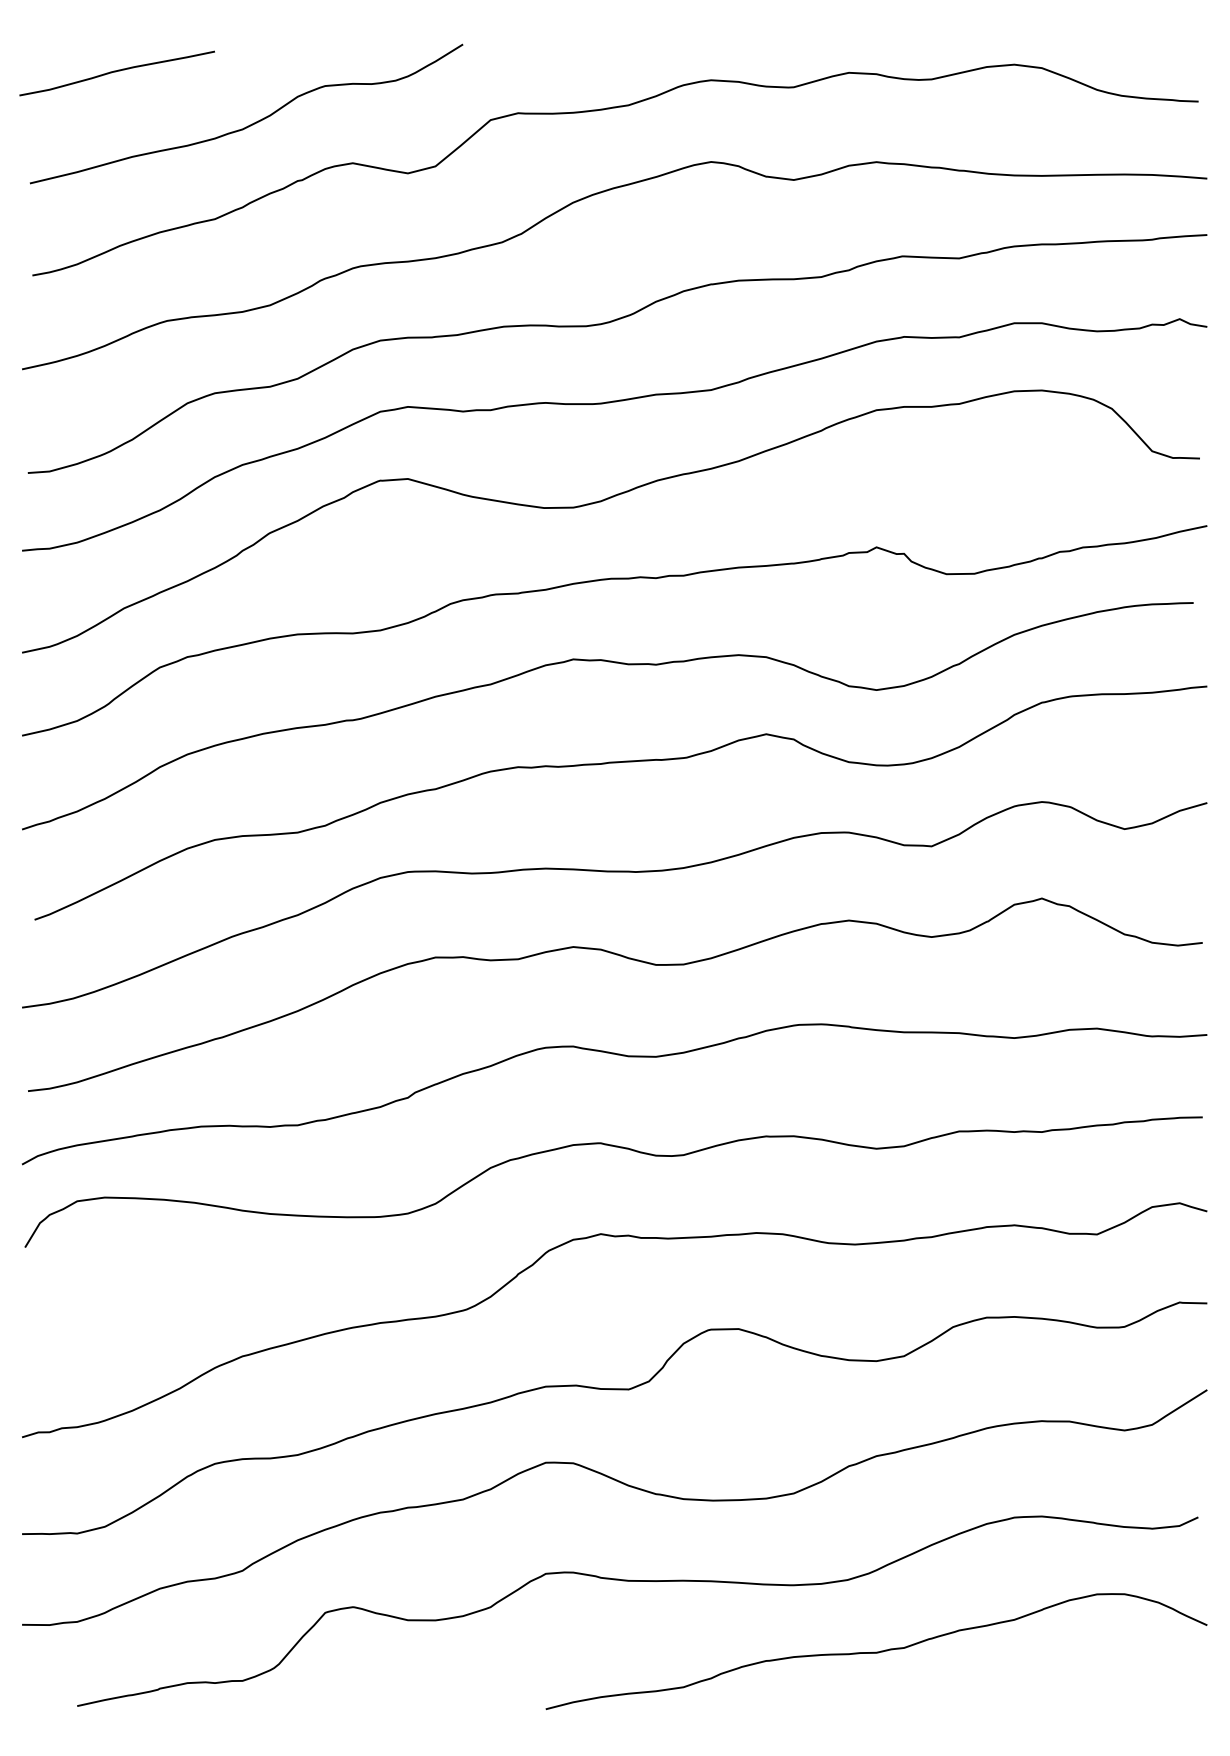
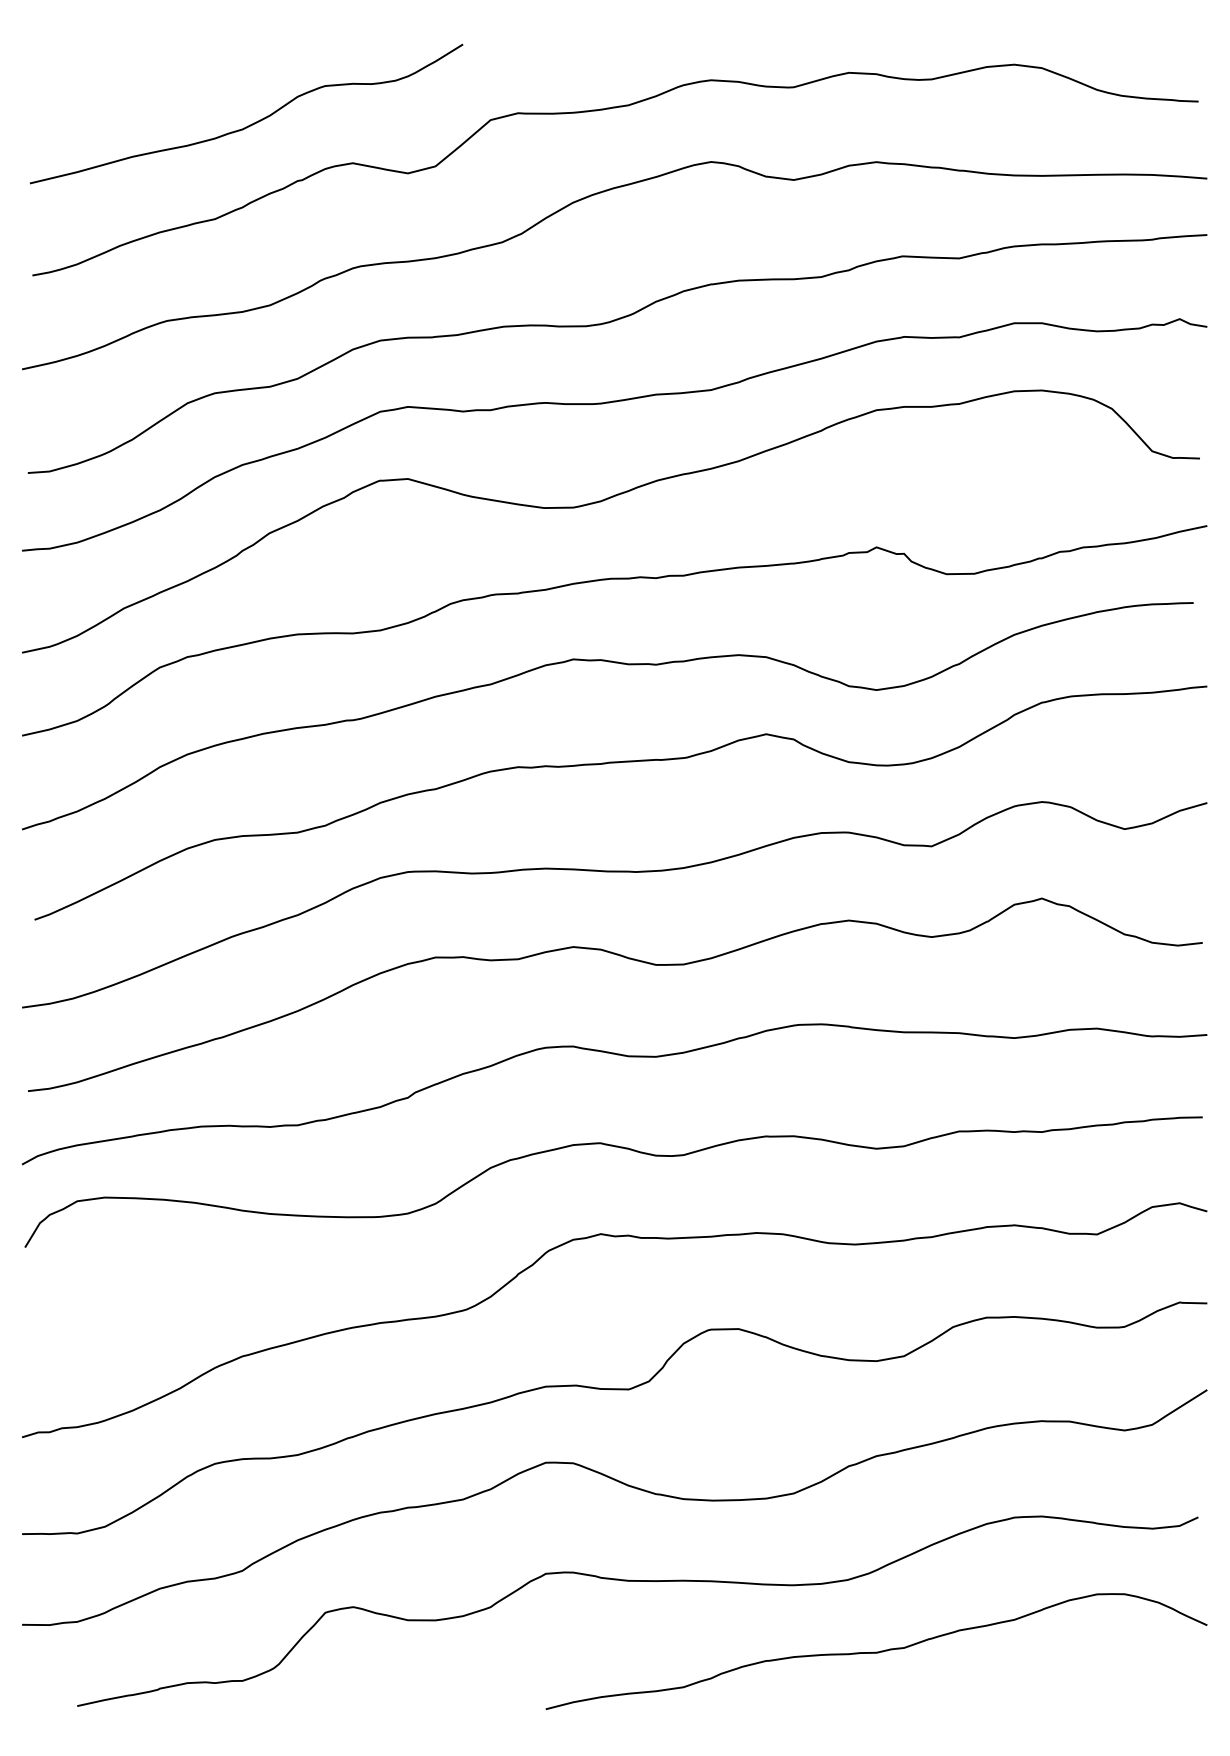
curve at (116, 72): present -> none
